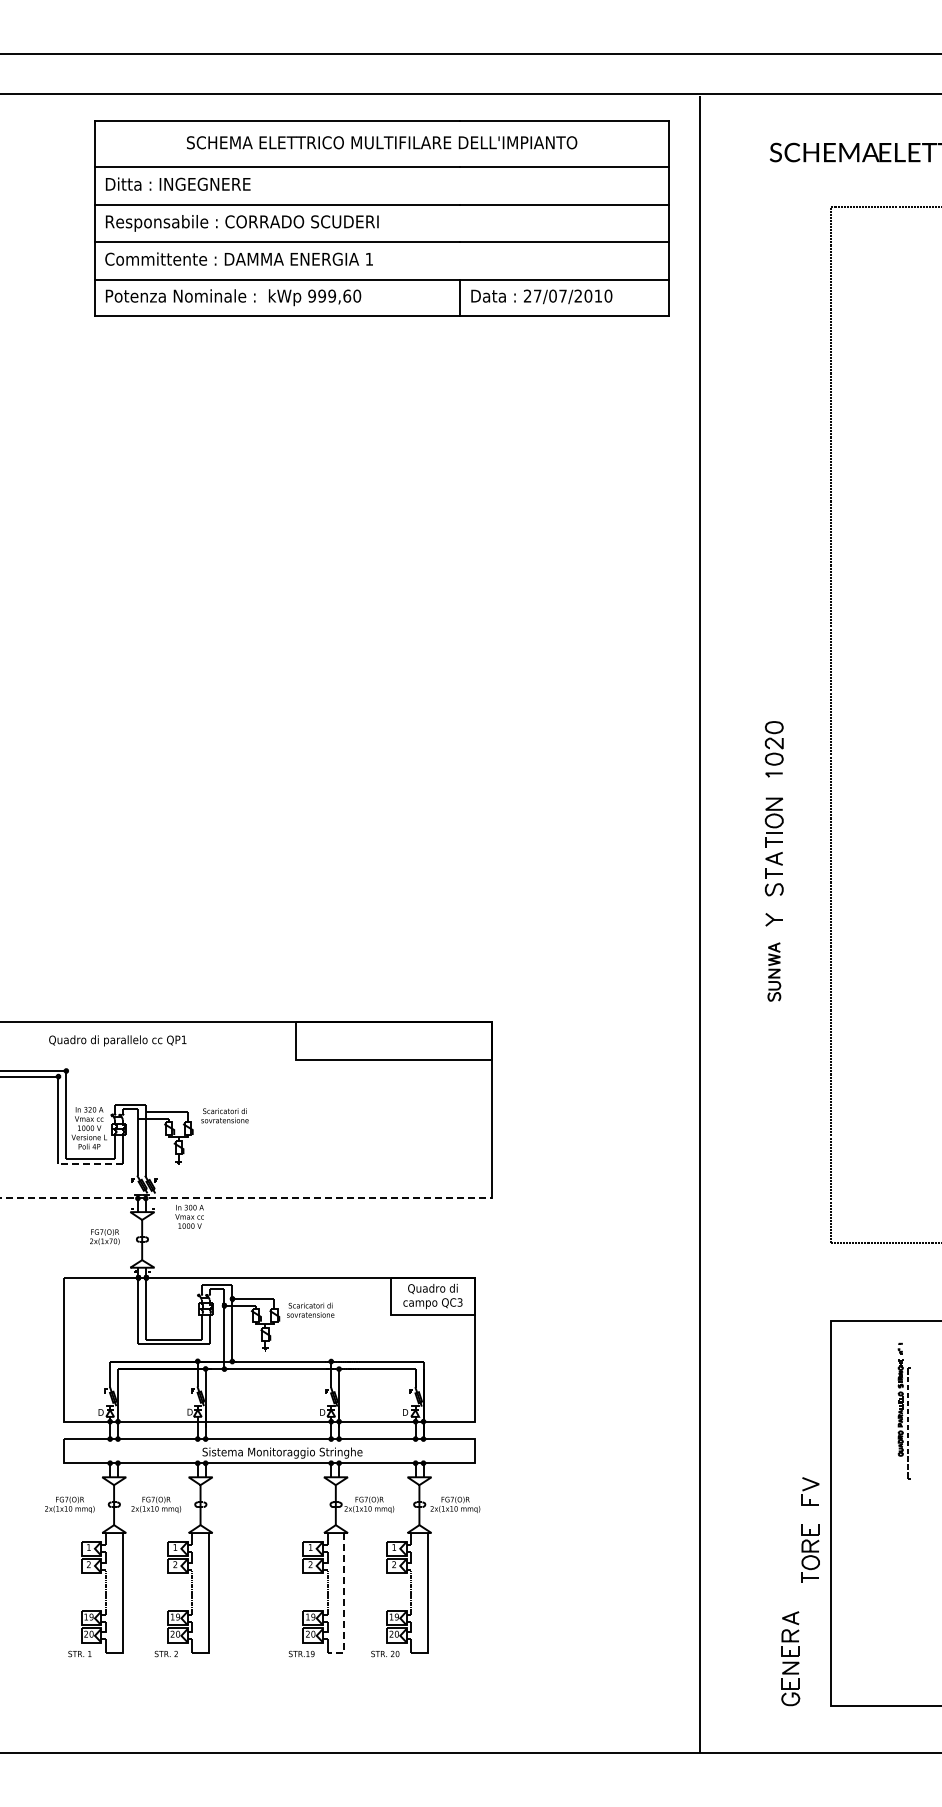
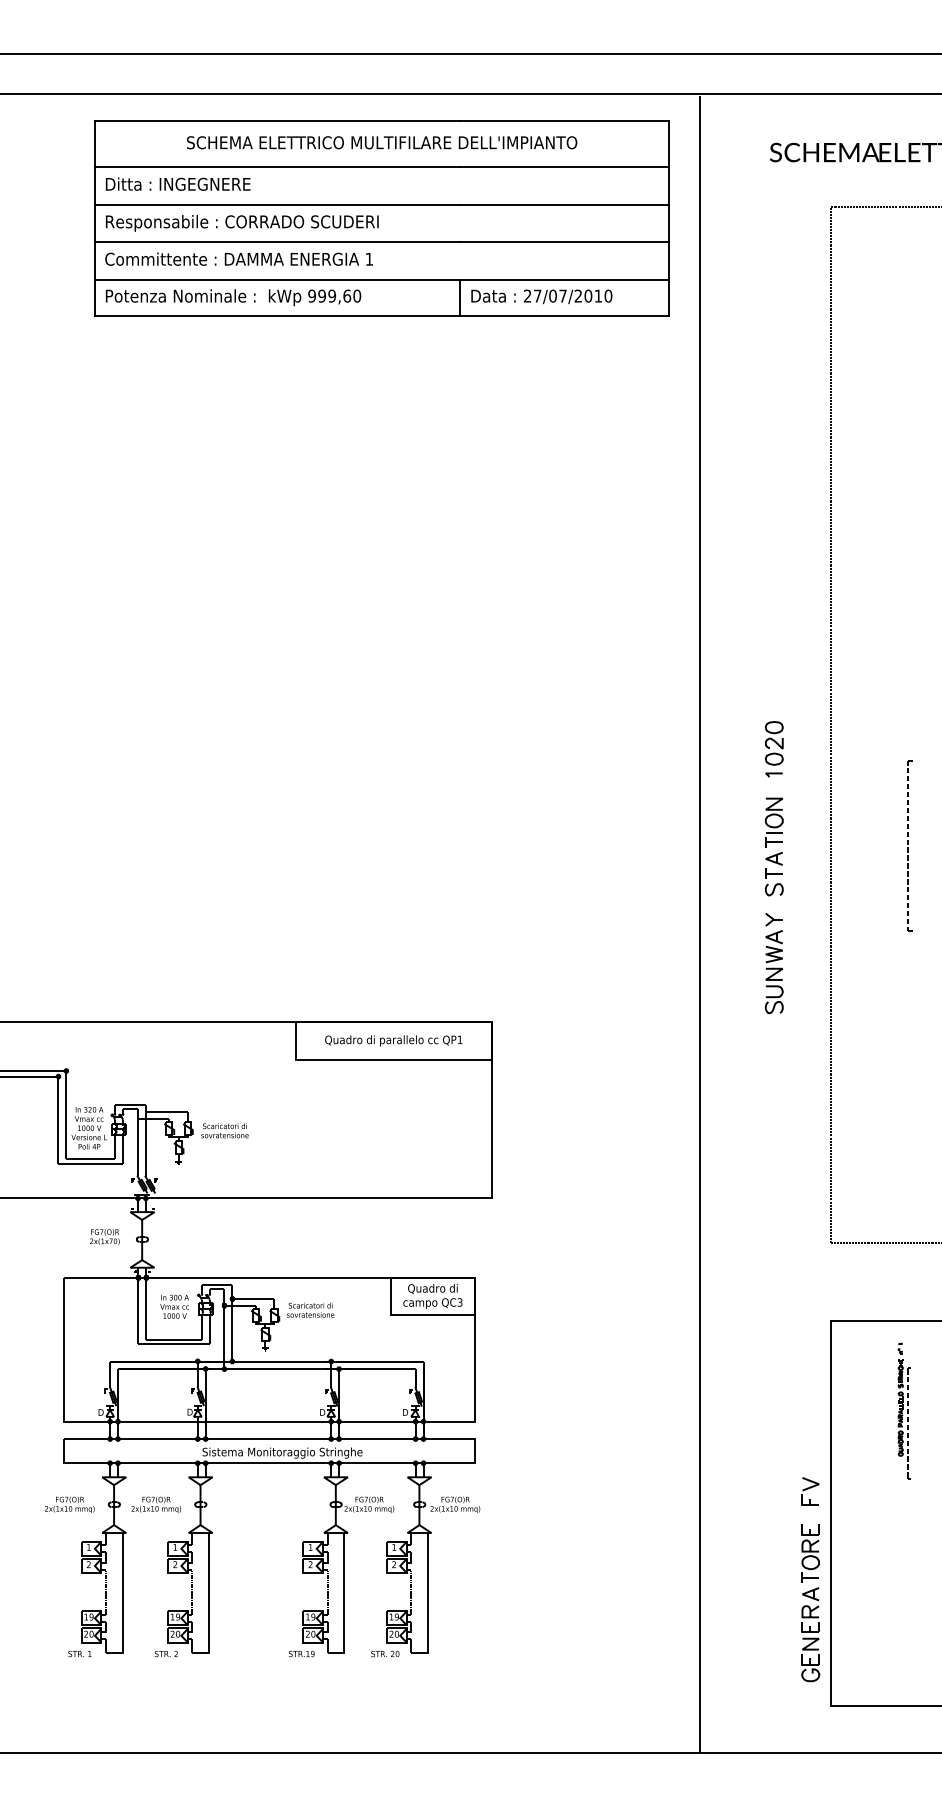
part at (909, 845): none -> present
part at (774, 971) size: 15x60 px -> 19x84 px
text at (117, 1040) position: (117, 1040) -> (393, 1040)
text at (224, 1115) position: (224, 1115) -> (224, 1130)
line at (90, 1163): dashed -> solid
line at (246, 1198): dashed -> solid
text at (189, 1216) position: (189, 1216) -> (174, 1306)
line at (344, 1602): dashed -> solid
part at (790, 1658) position: (790, 1658) -> (810, 1634)
